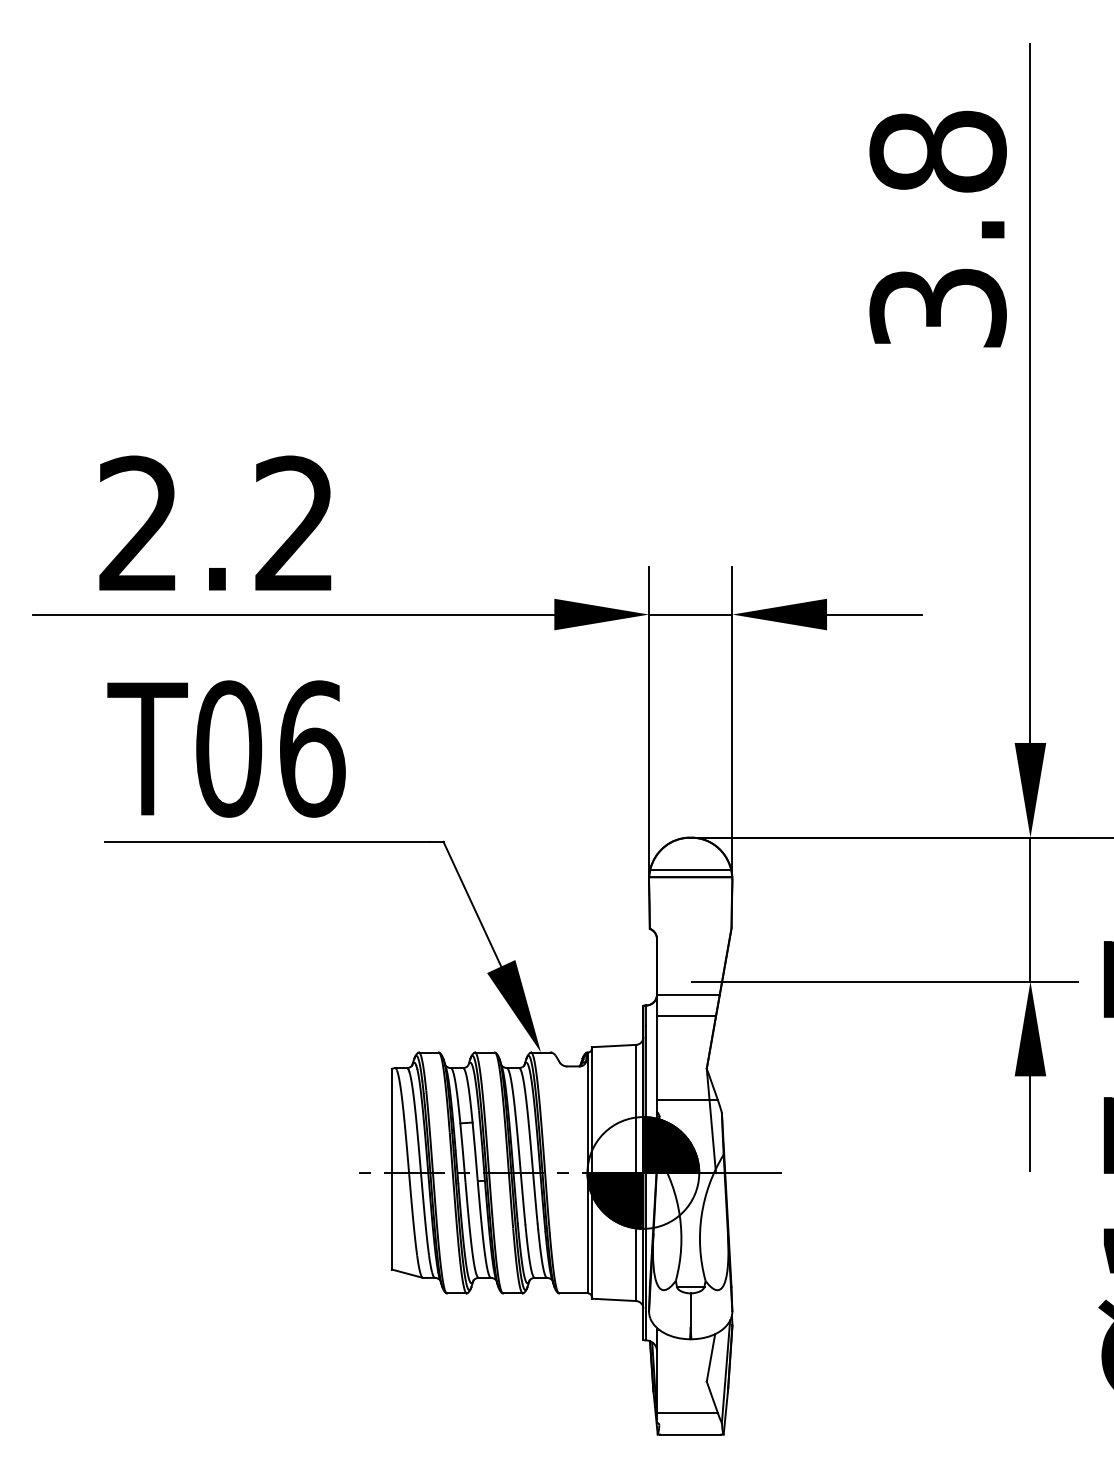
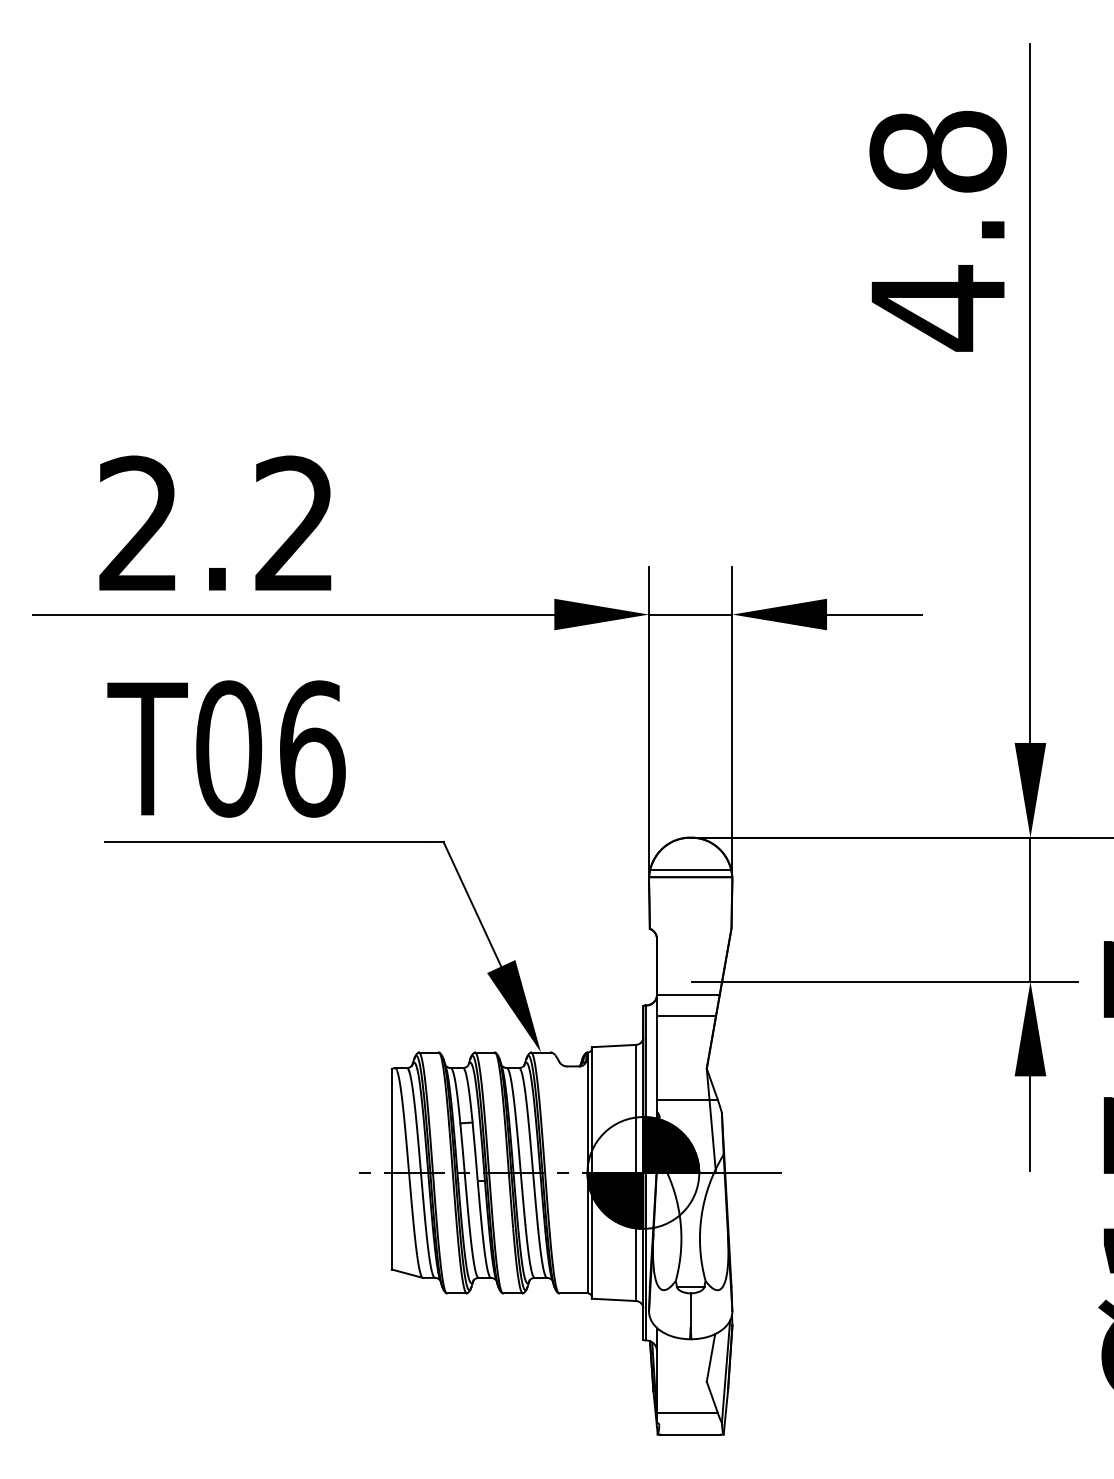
text at (937, 308): 3.8 -> 4.8
